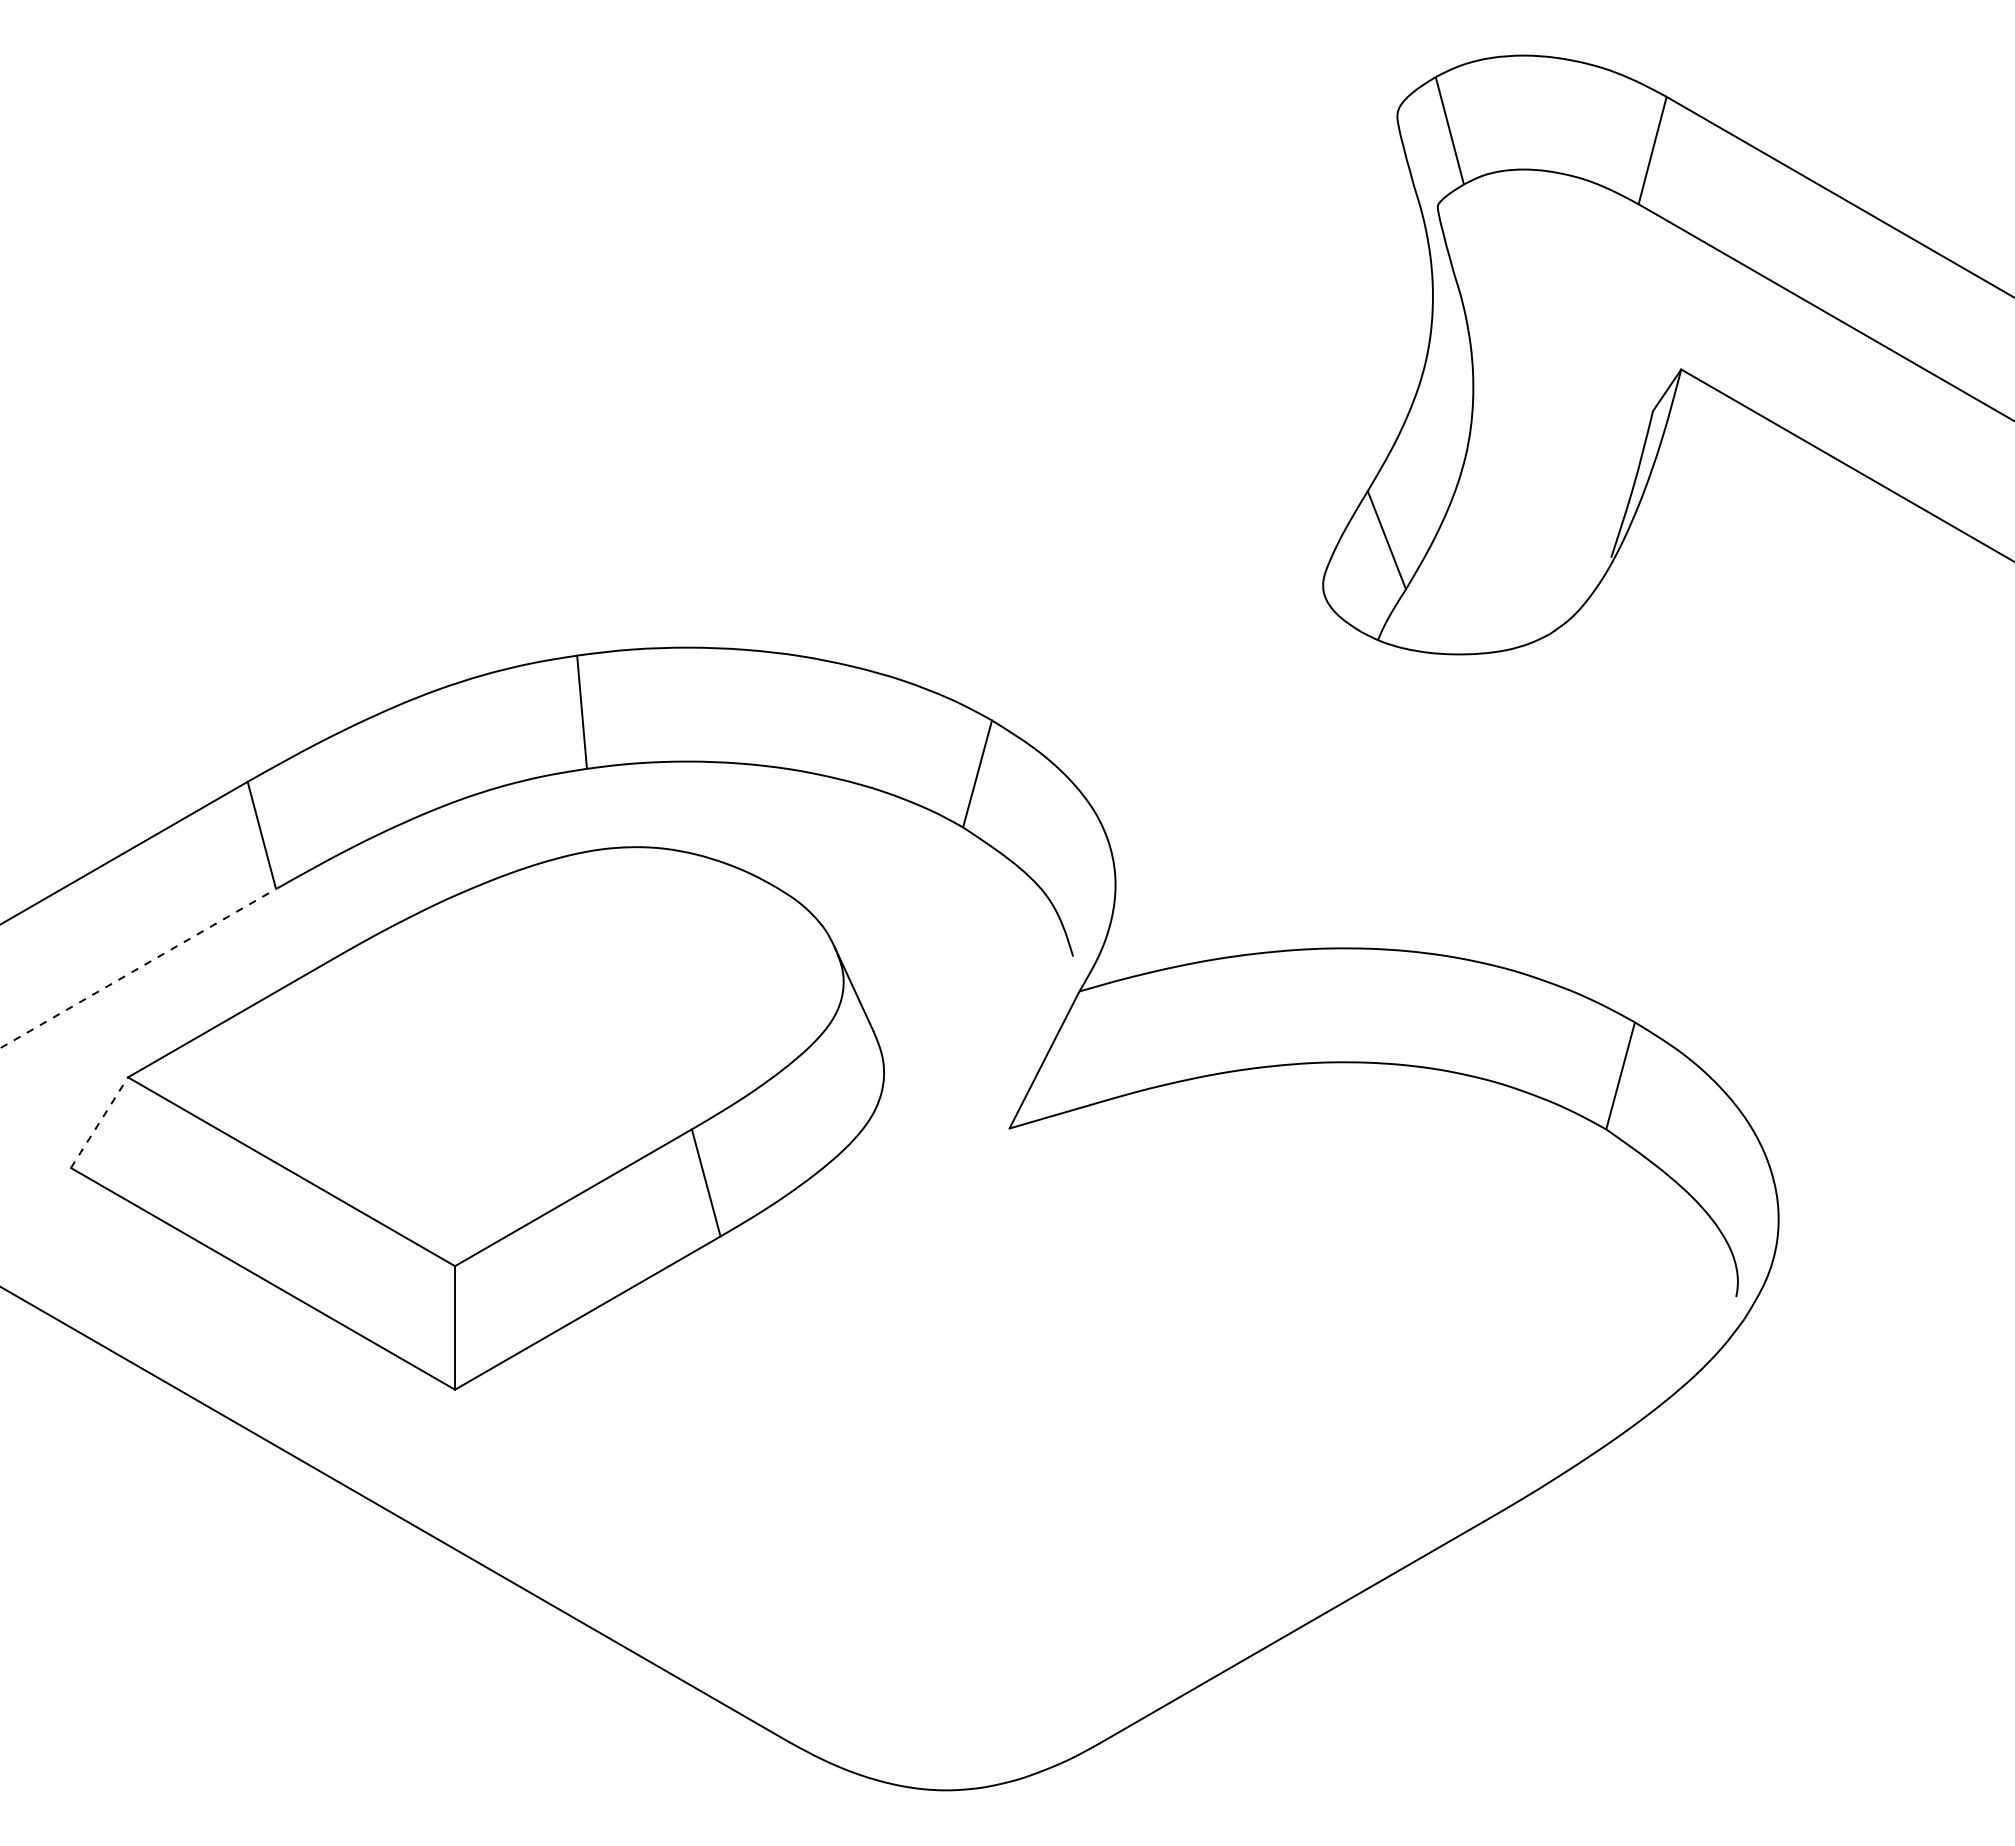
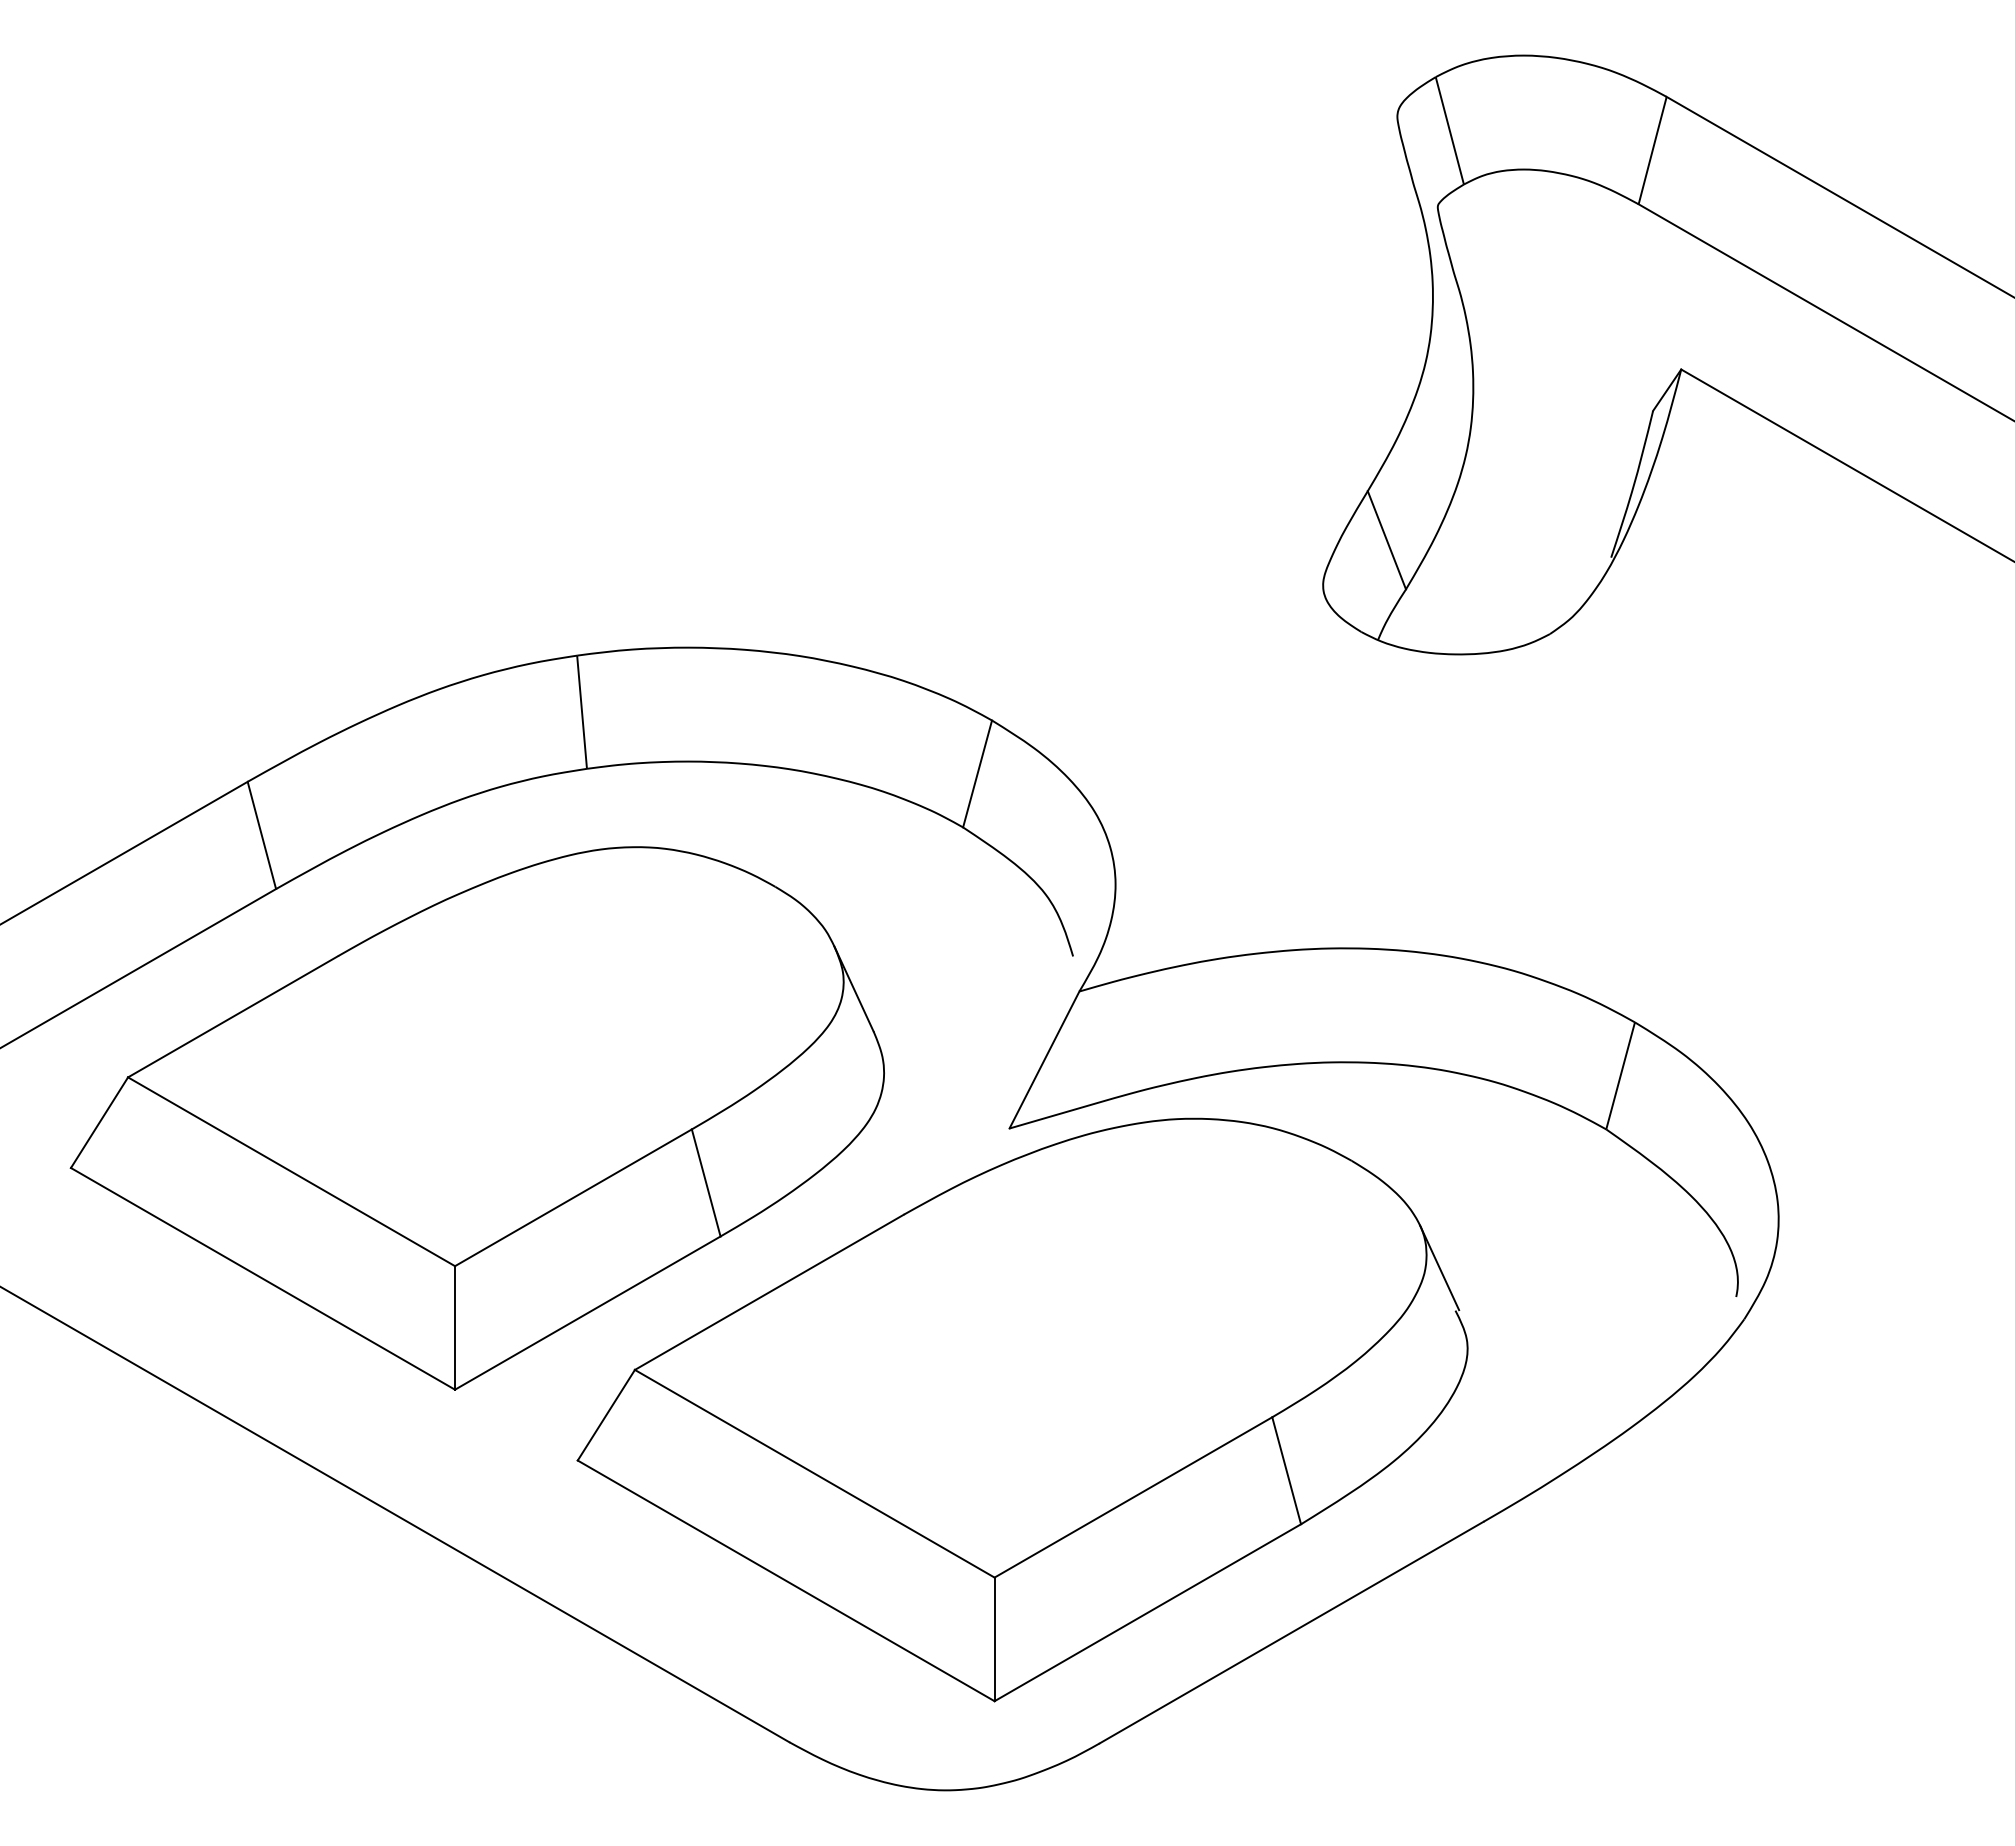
line at (138, 968): dashed -> solid
line at (99, 1122): dashed -> solid
part at (1022, 1409): none -> present
